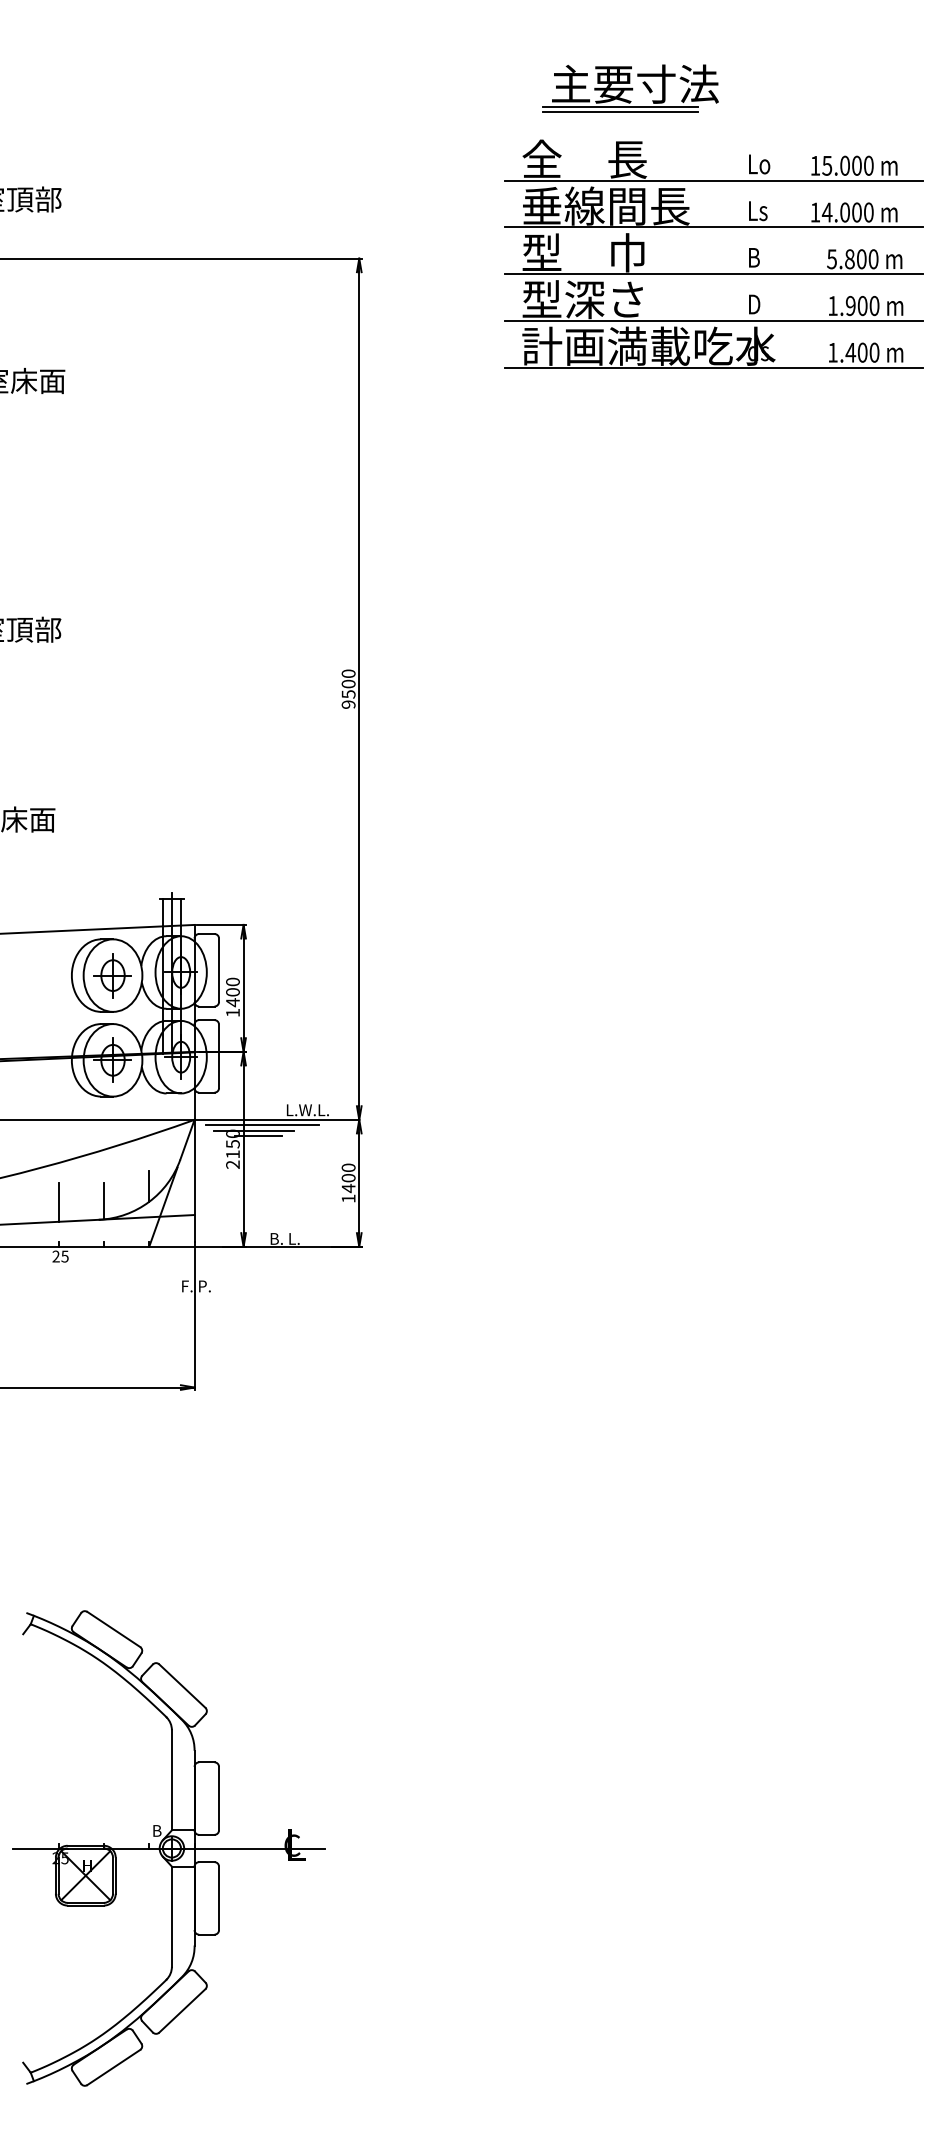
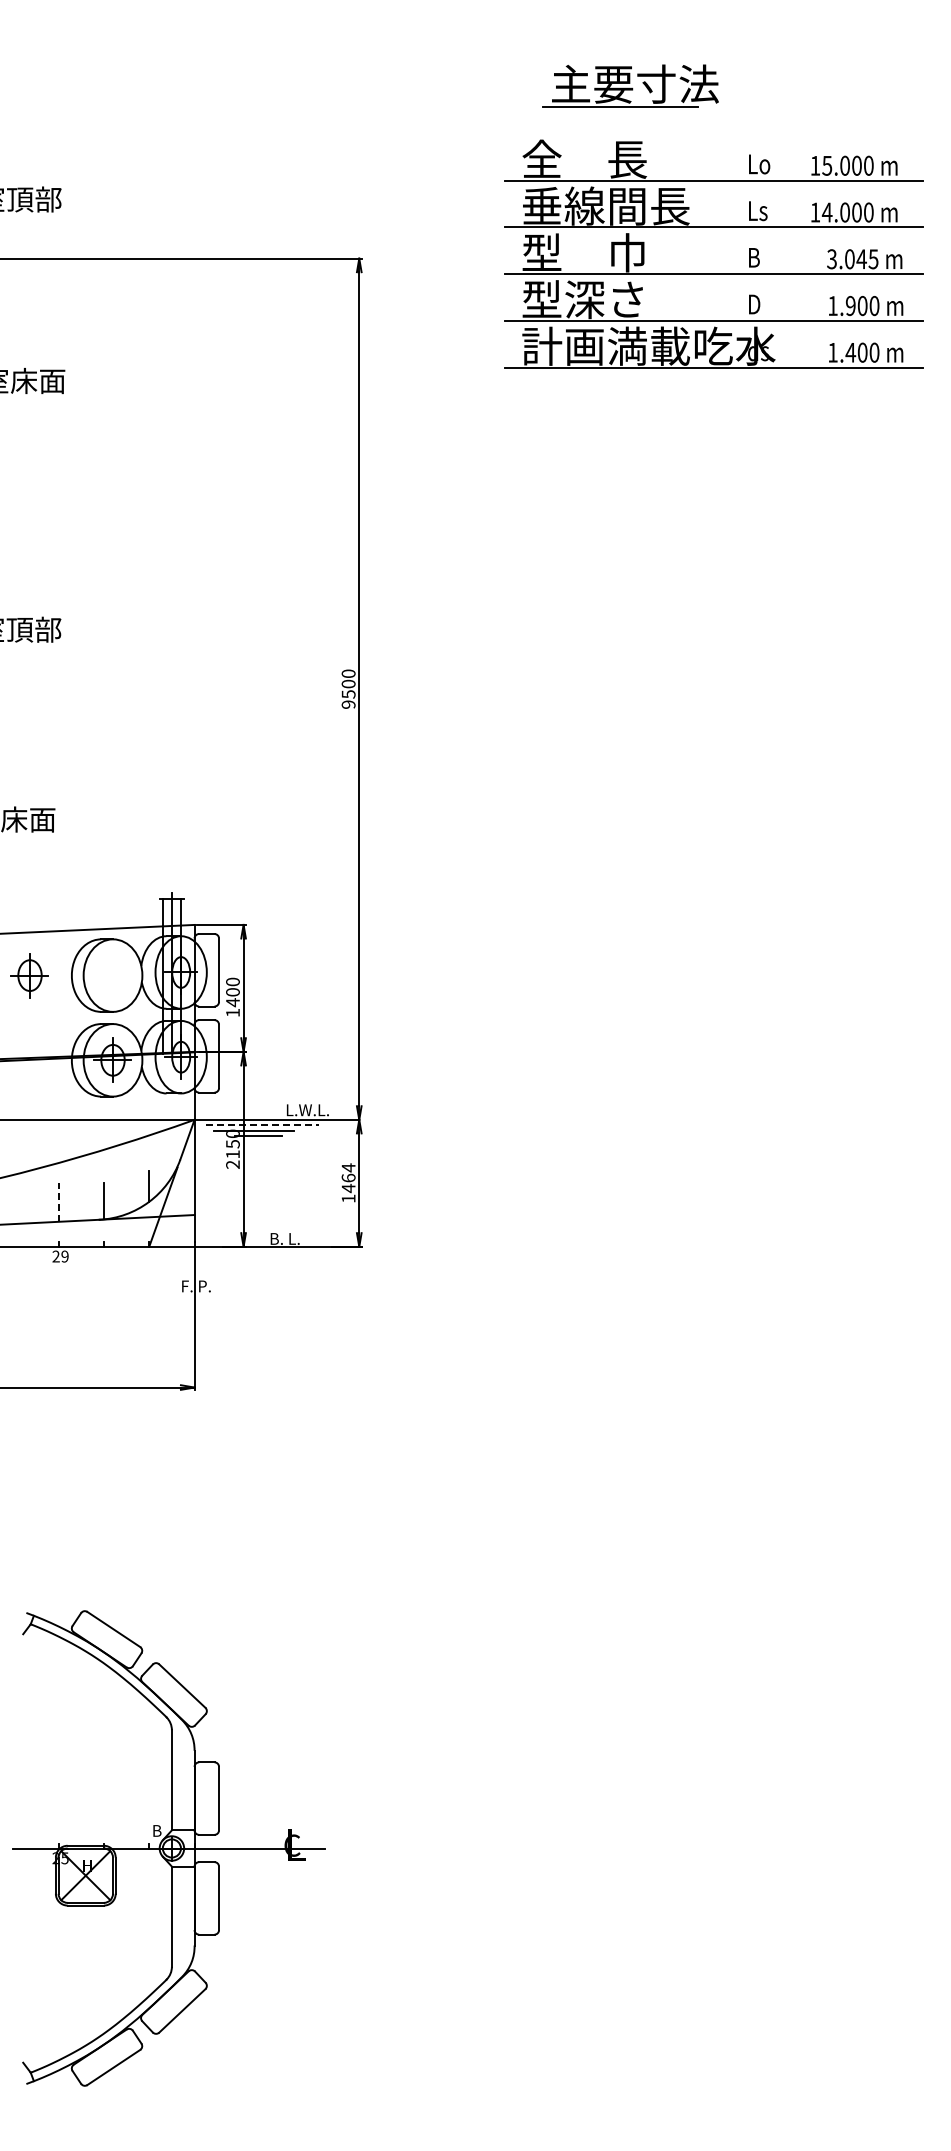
line at (620, 112): present -> none
text at (852, 259): 5.800 -> 3.045
part at (112, 975) position: (112, 975) -> (29, 975)
line at (263, 1125): solid -> dashed
text at (348, 1172): 1400 -> 1464
line at (58, 1202): solid -> dashed
text at (64, 1256): 25 -> 29
